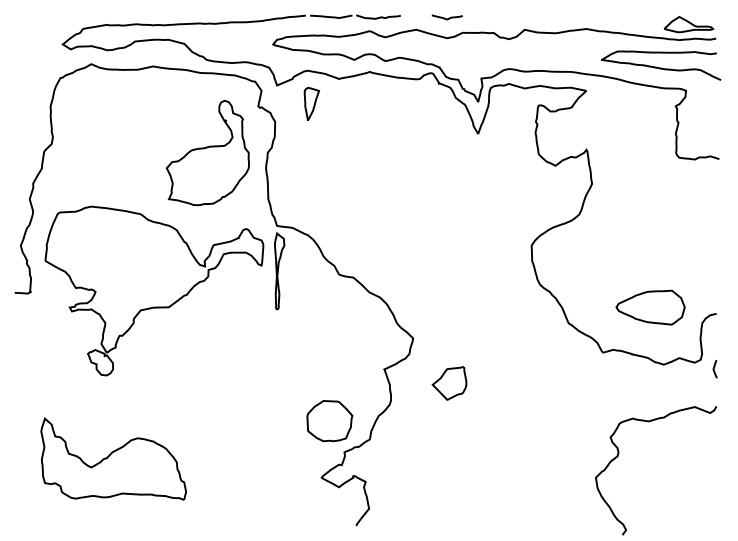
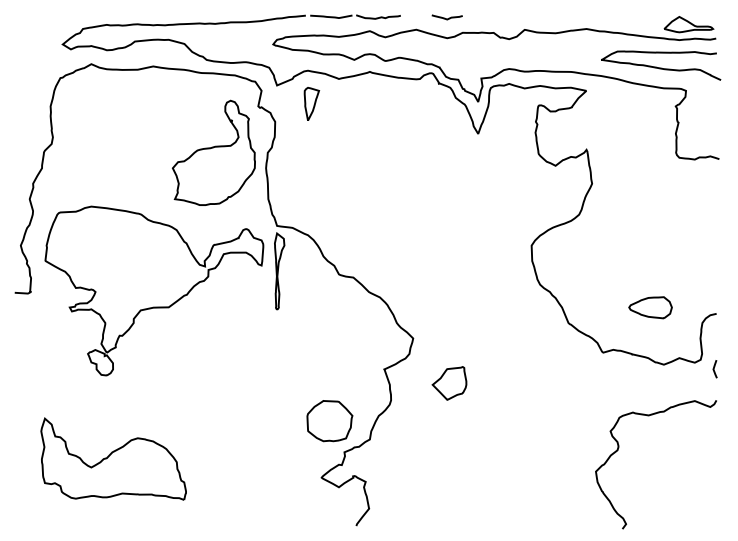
part at (207, 152) position: (207, 152) -> (213, 152)
part at (650, 307) size: 71x37 px -> 45x24 px
curve at (618, 456) position: (618, 456) -> (618, 450)
